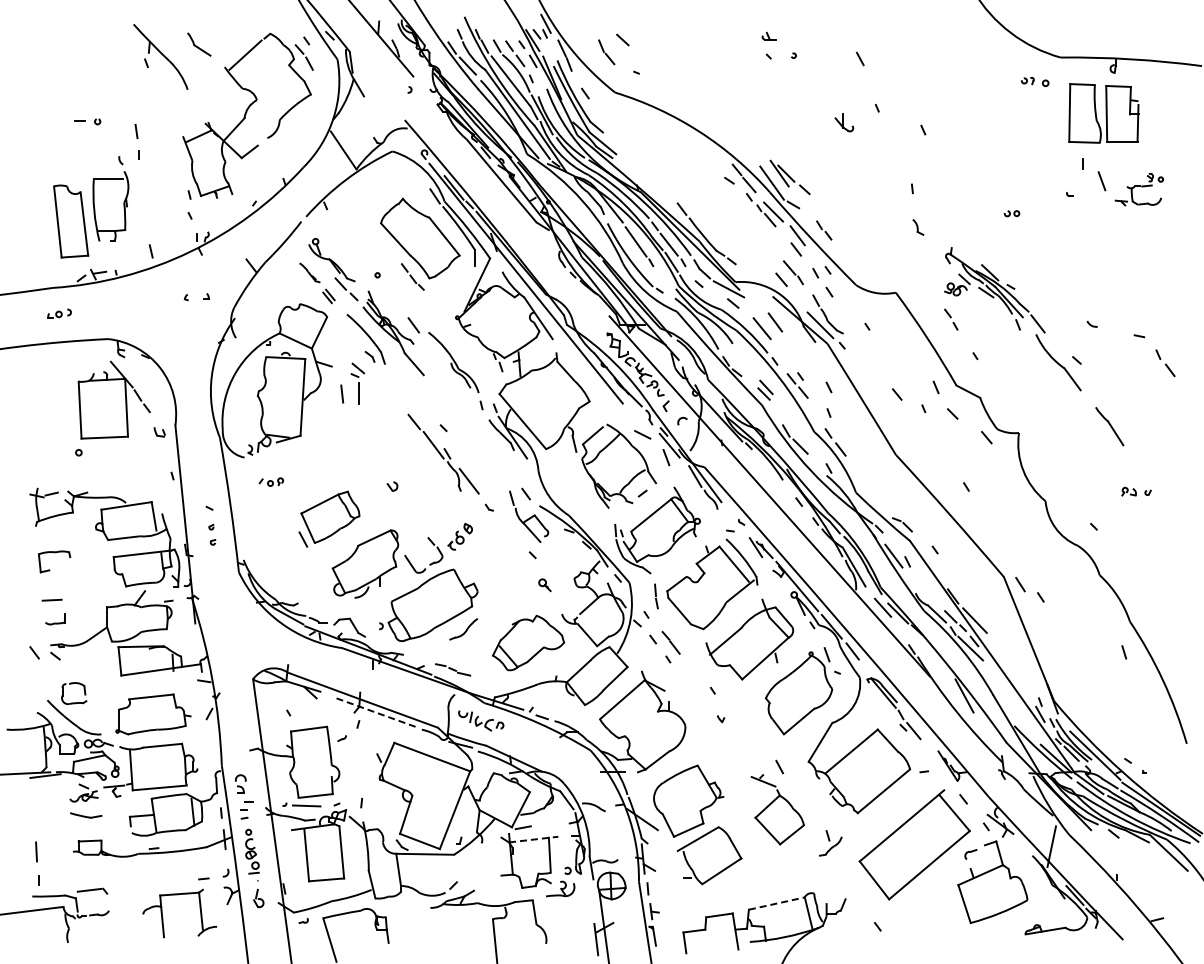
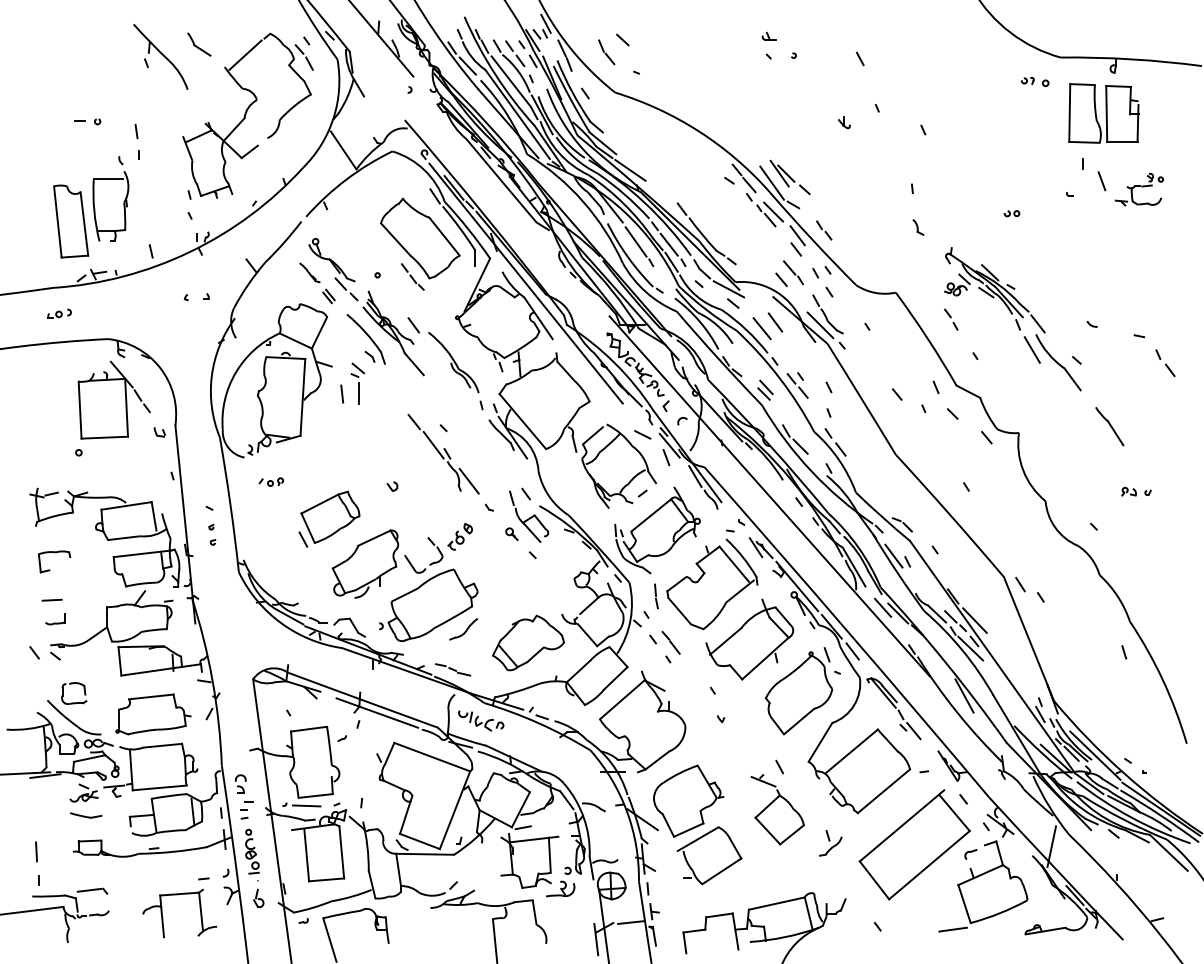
part at (844, 122) size: 21x20 px -> 13x14 px
line at (630, 169): none -> present
line at (1031, 349): none -> present
part at (544, 585) position: (544, 585) -> (511, 534)
line at (377, 713): dashed -> solid
line at (533, 839): dashed -> solid
line at (776, 903): dashed -> solid
line at (631, 922): none -> present
line at (952, 929): none -> present
